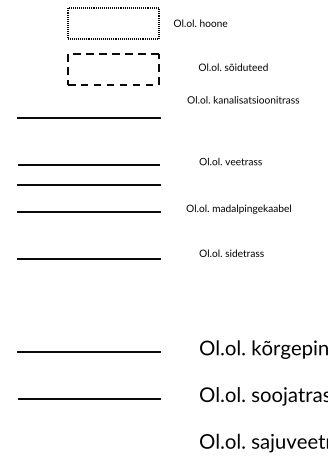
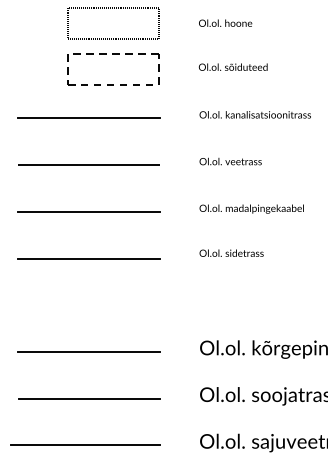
text at (200, 22) position: (200, 22) -> (225, 22)
text at (242, 99) position: (242, 99) -> (254, 114)
line at (88, 184): present -> none
text at (238, 208) position: (238, 208) -> (251, 208)
line at (84, 445): none -> present
